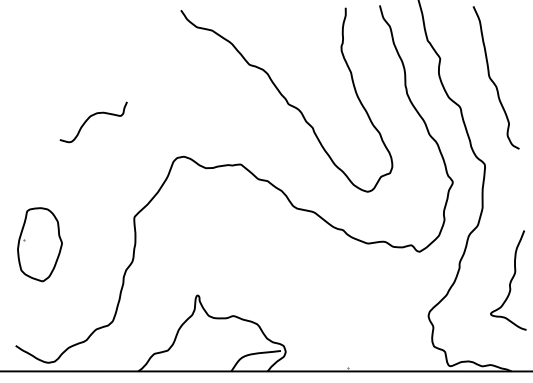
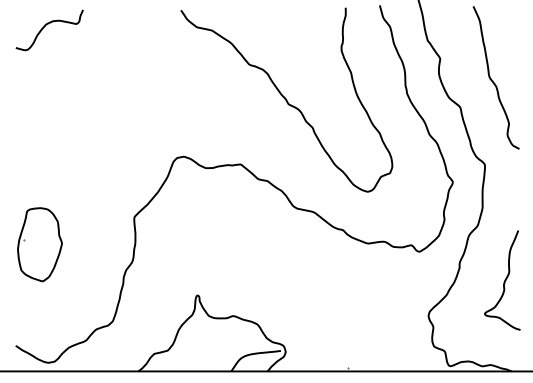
curve at (89, 118) position: (89, 118) -> (45, 26)
curve at (510, 280) position: (510, 280) -> (504, 280)
